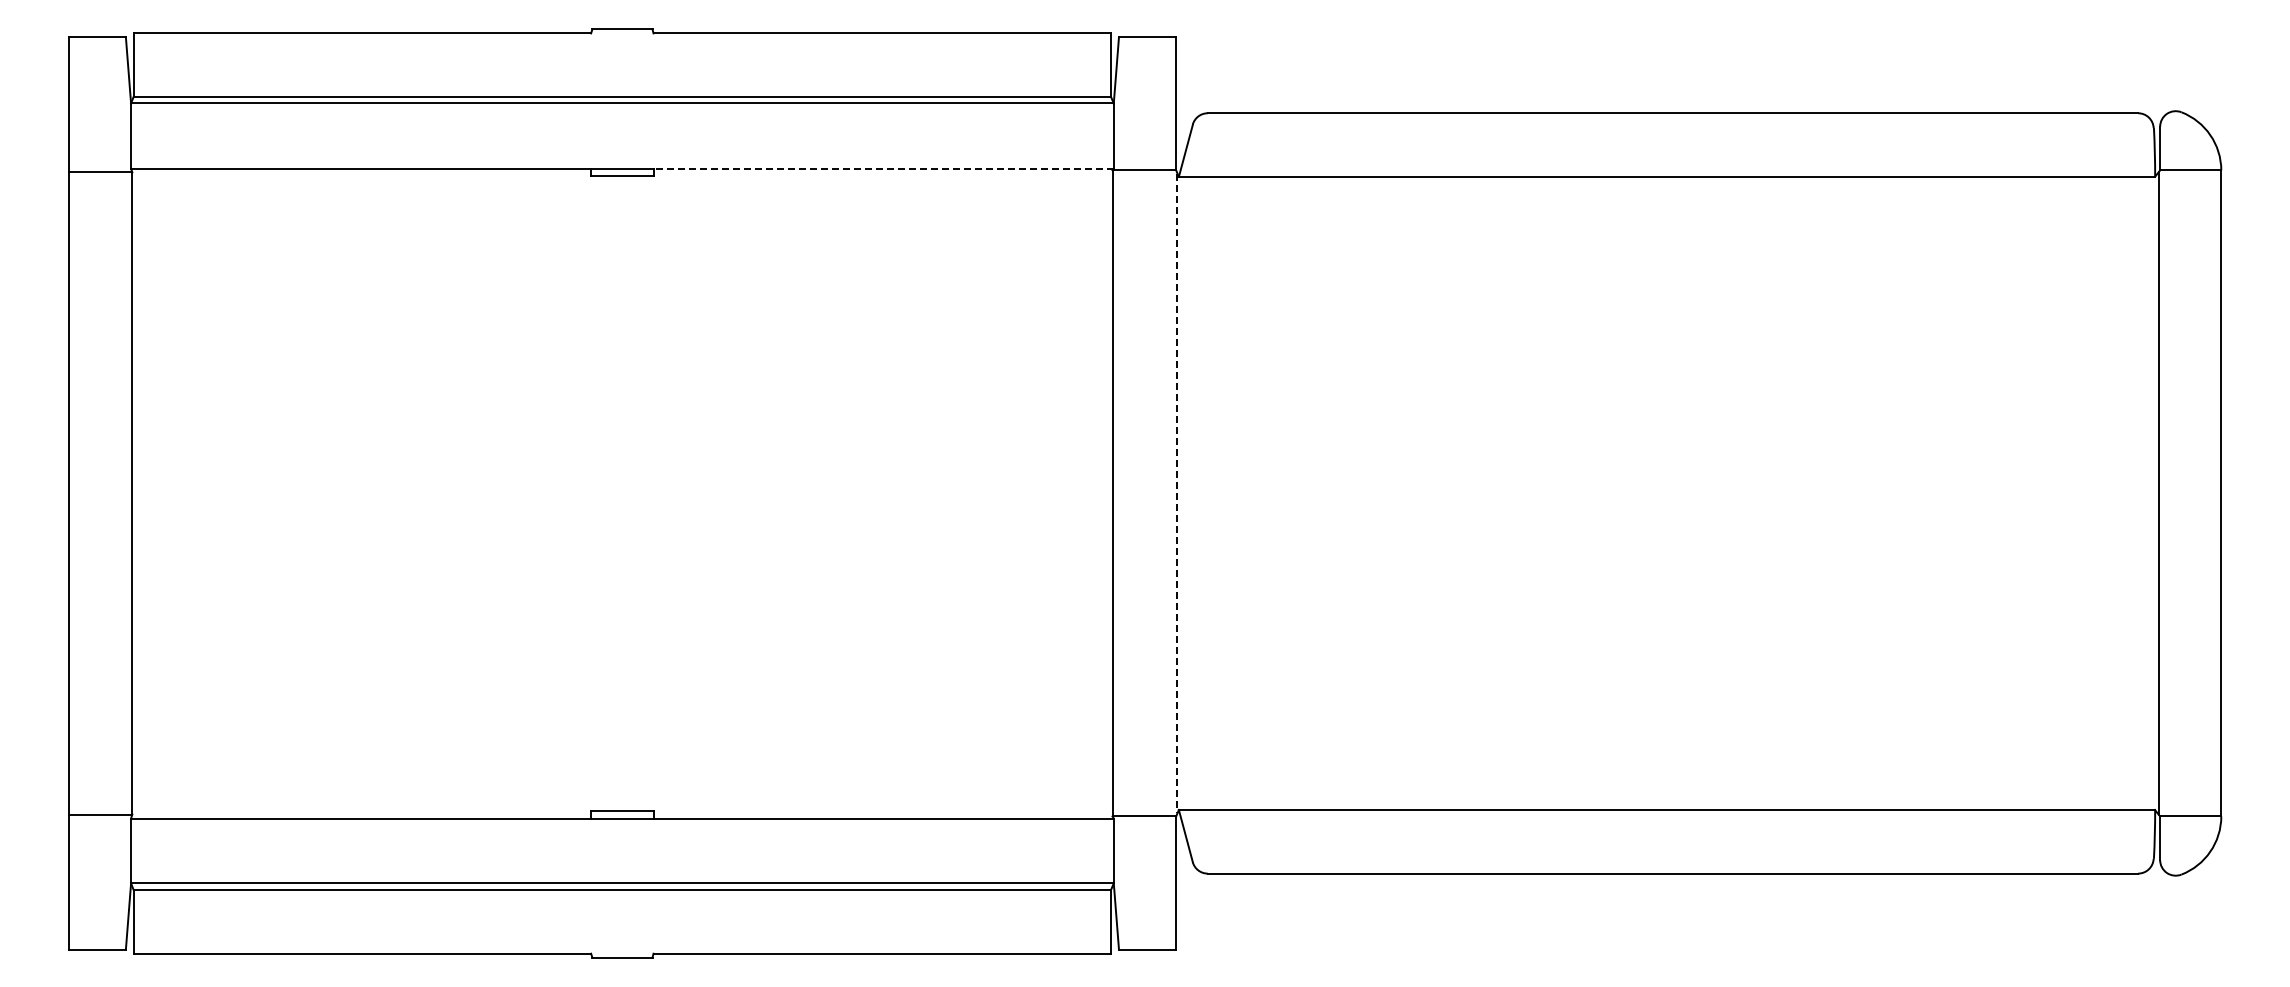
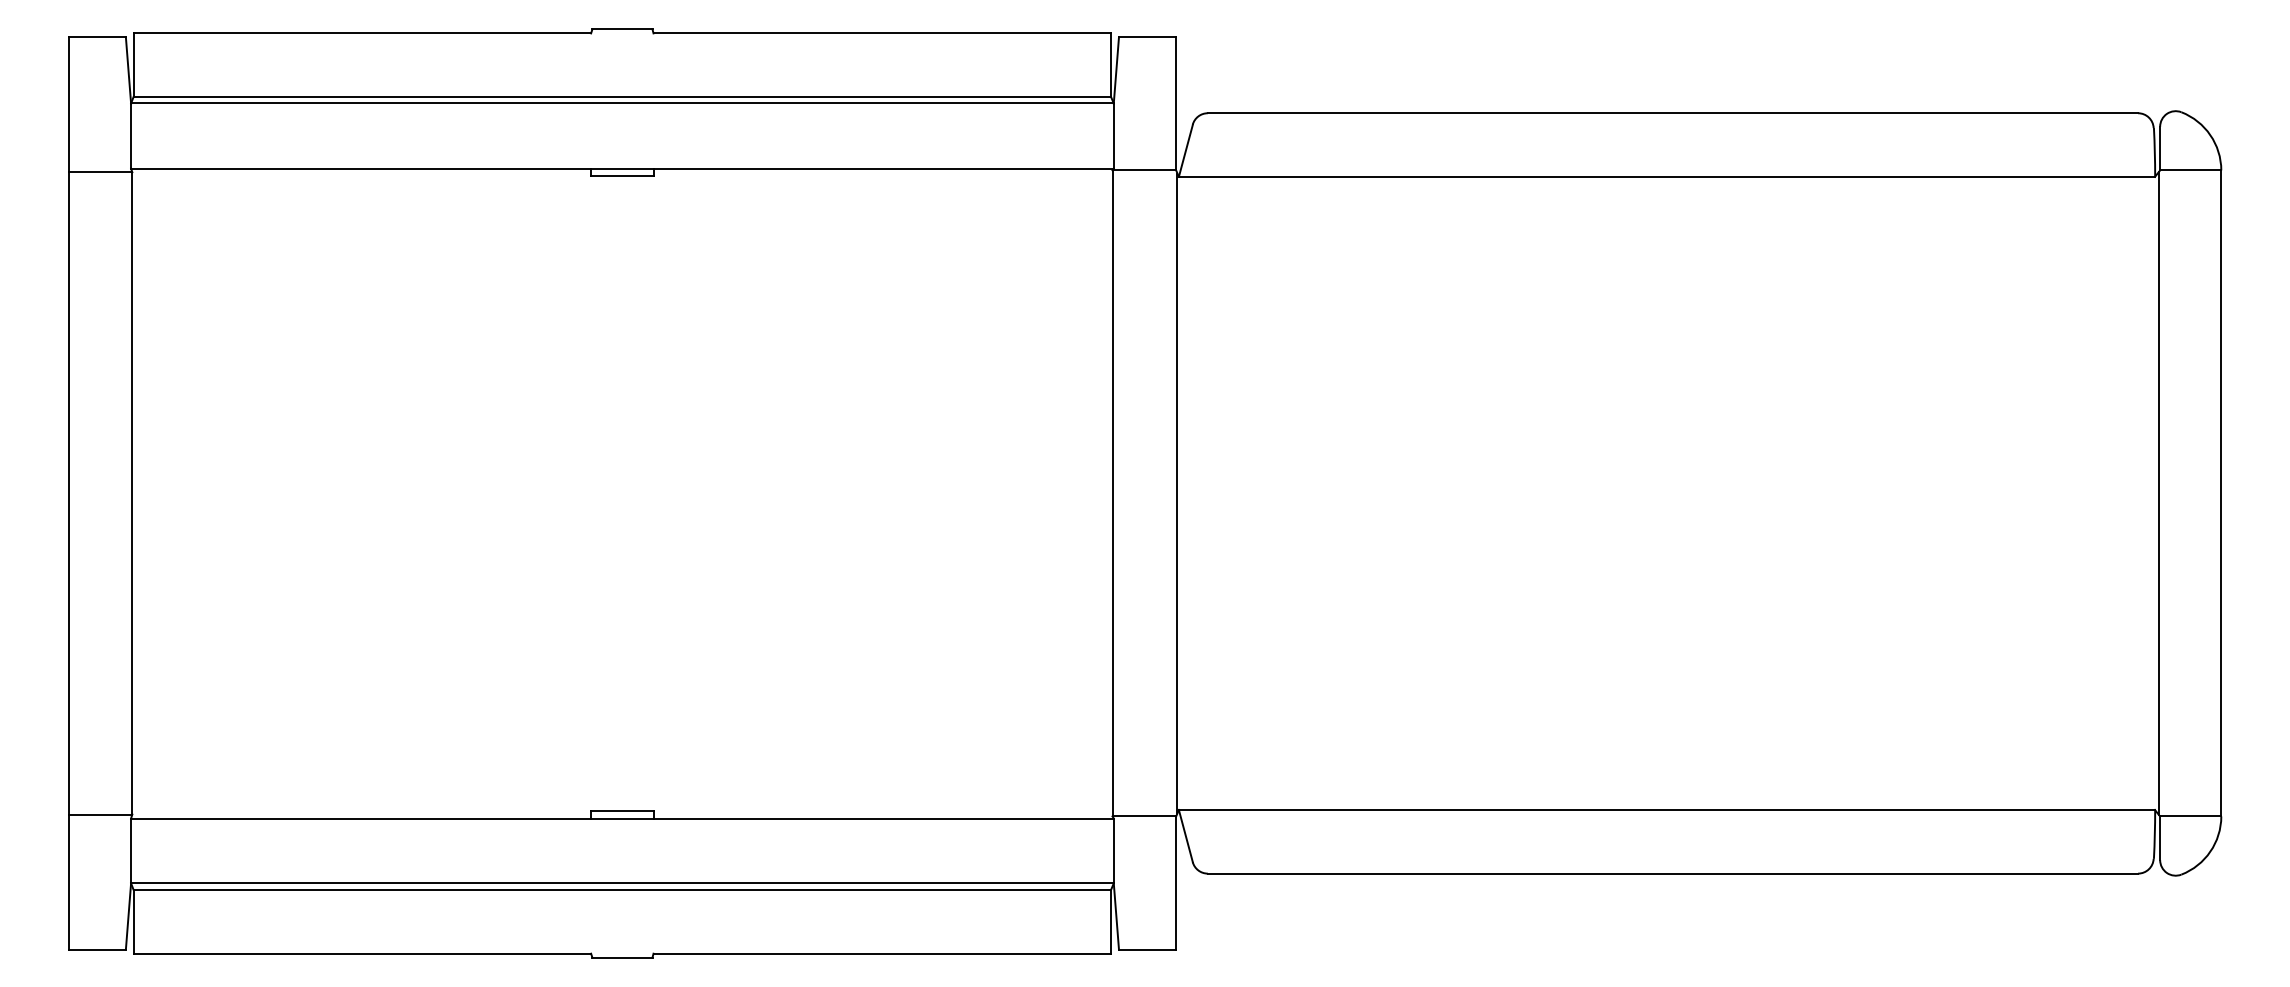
line at (883, 168): dashed -> solid
line at (1177, 493): dashed -> solid
